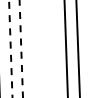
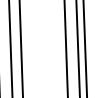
line at (10, 48): dashed -> solid
line at (84, 48): none -> present
line at (21, 49): dashed -> solid
